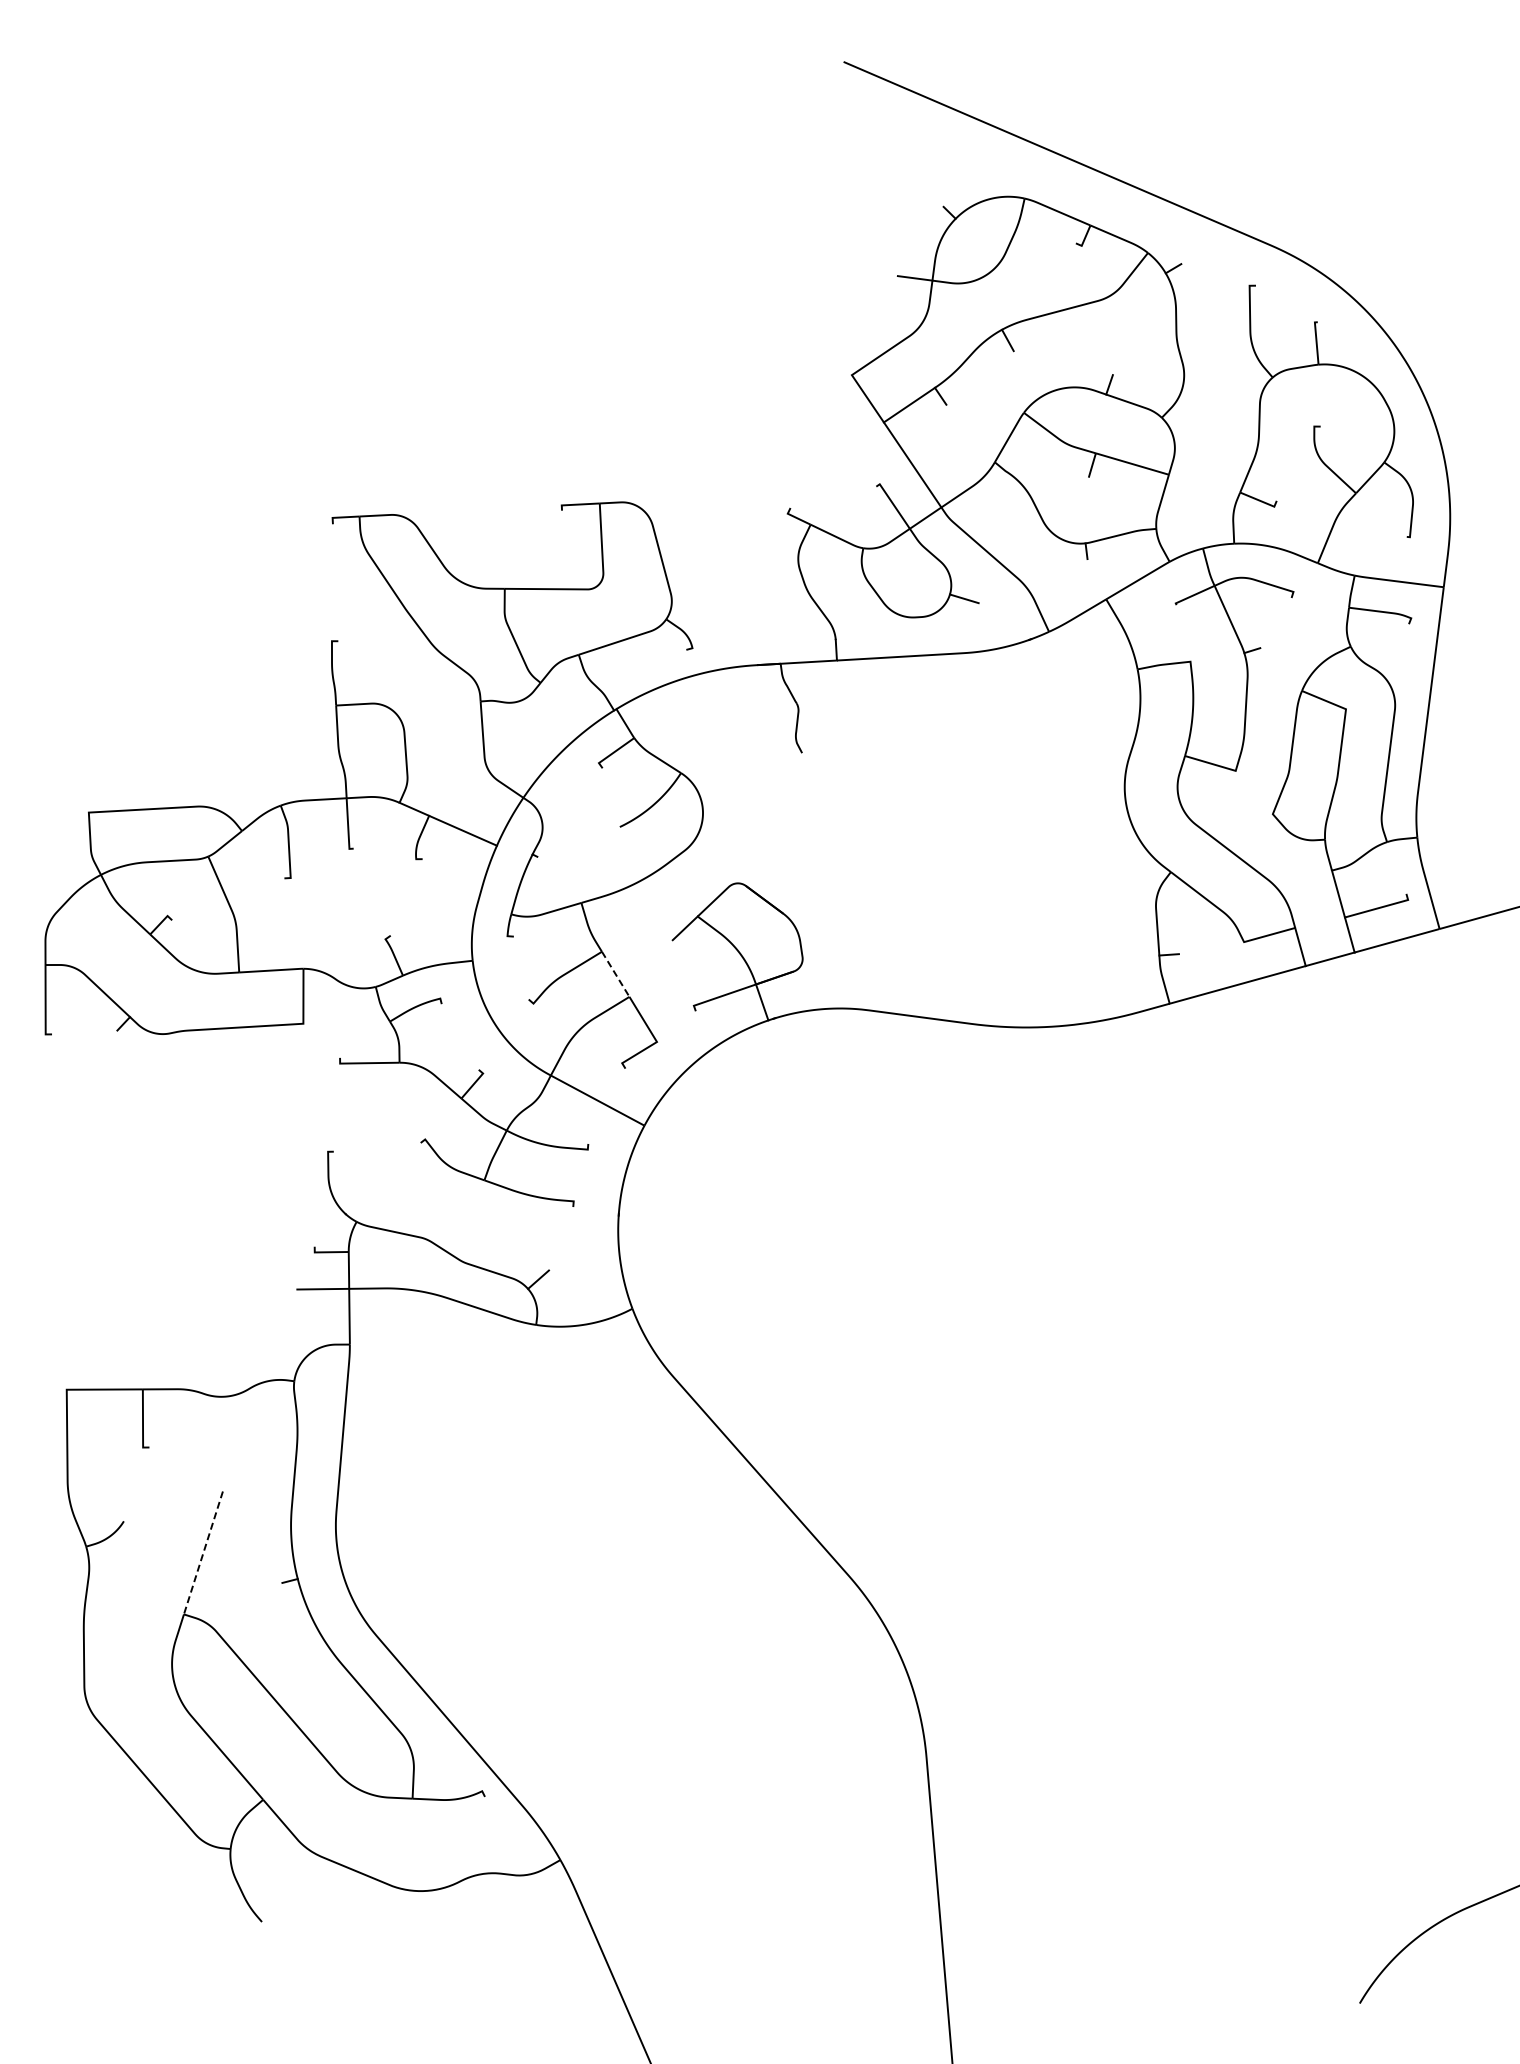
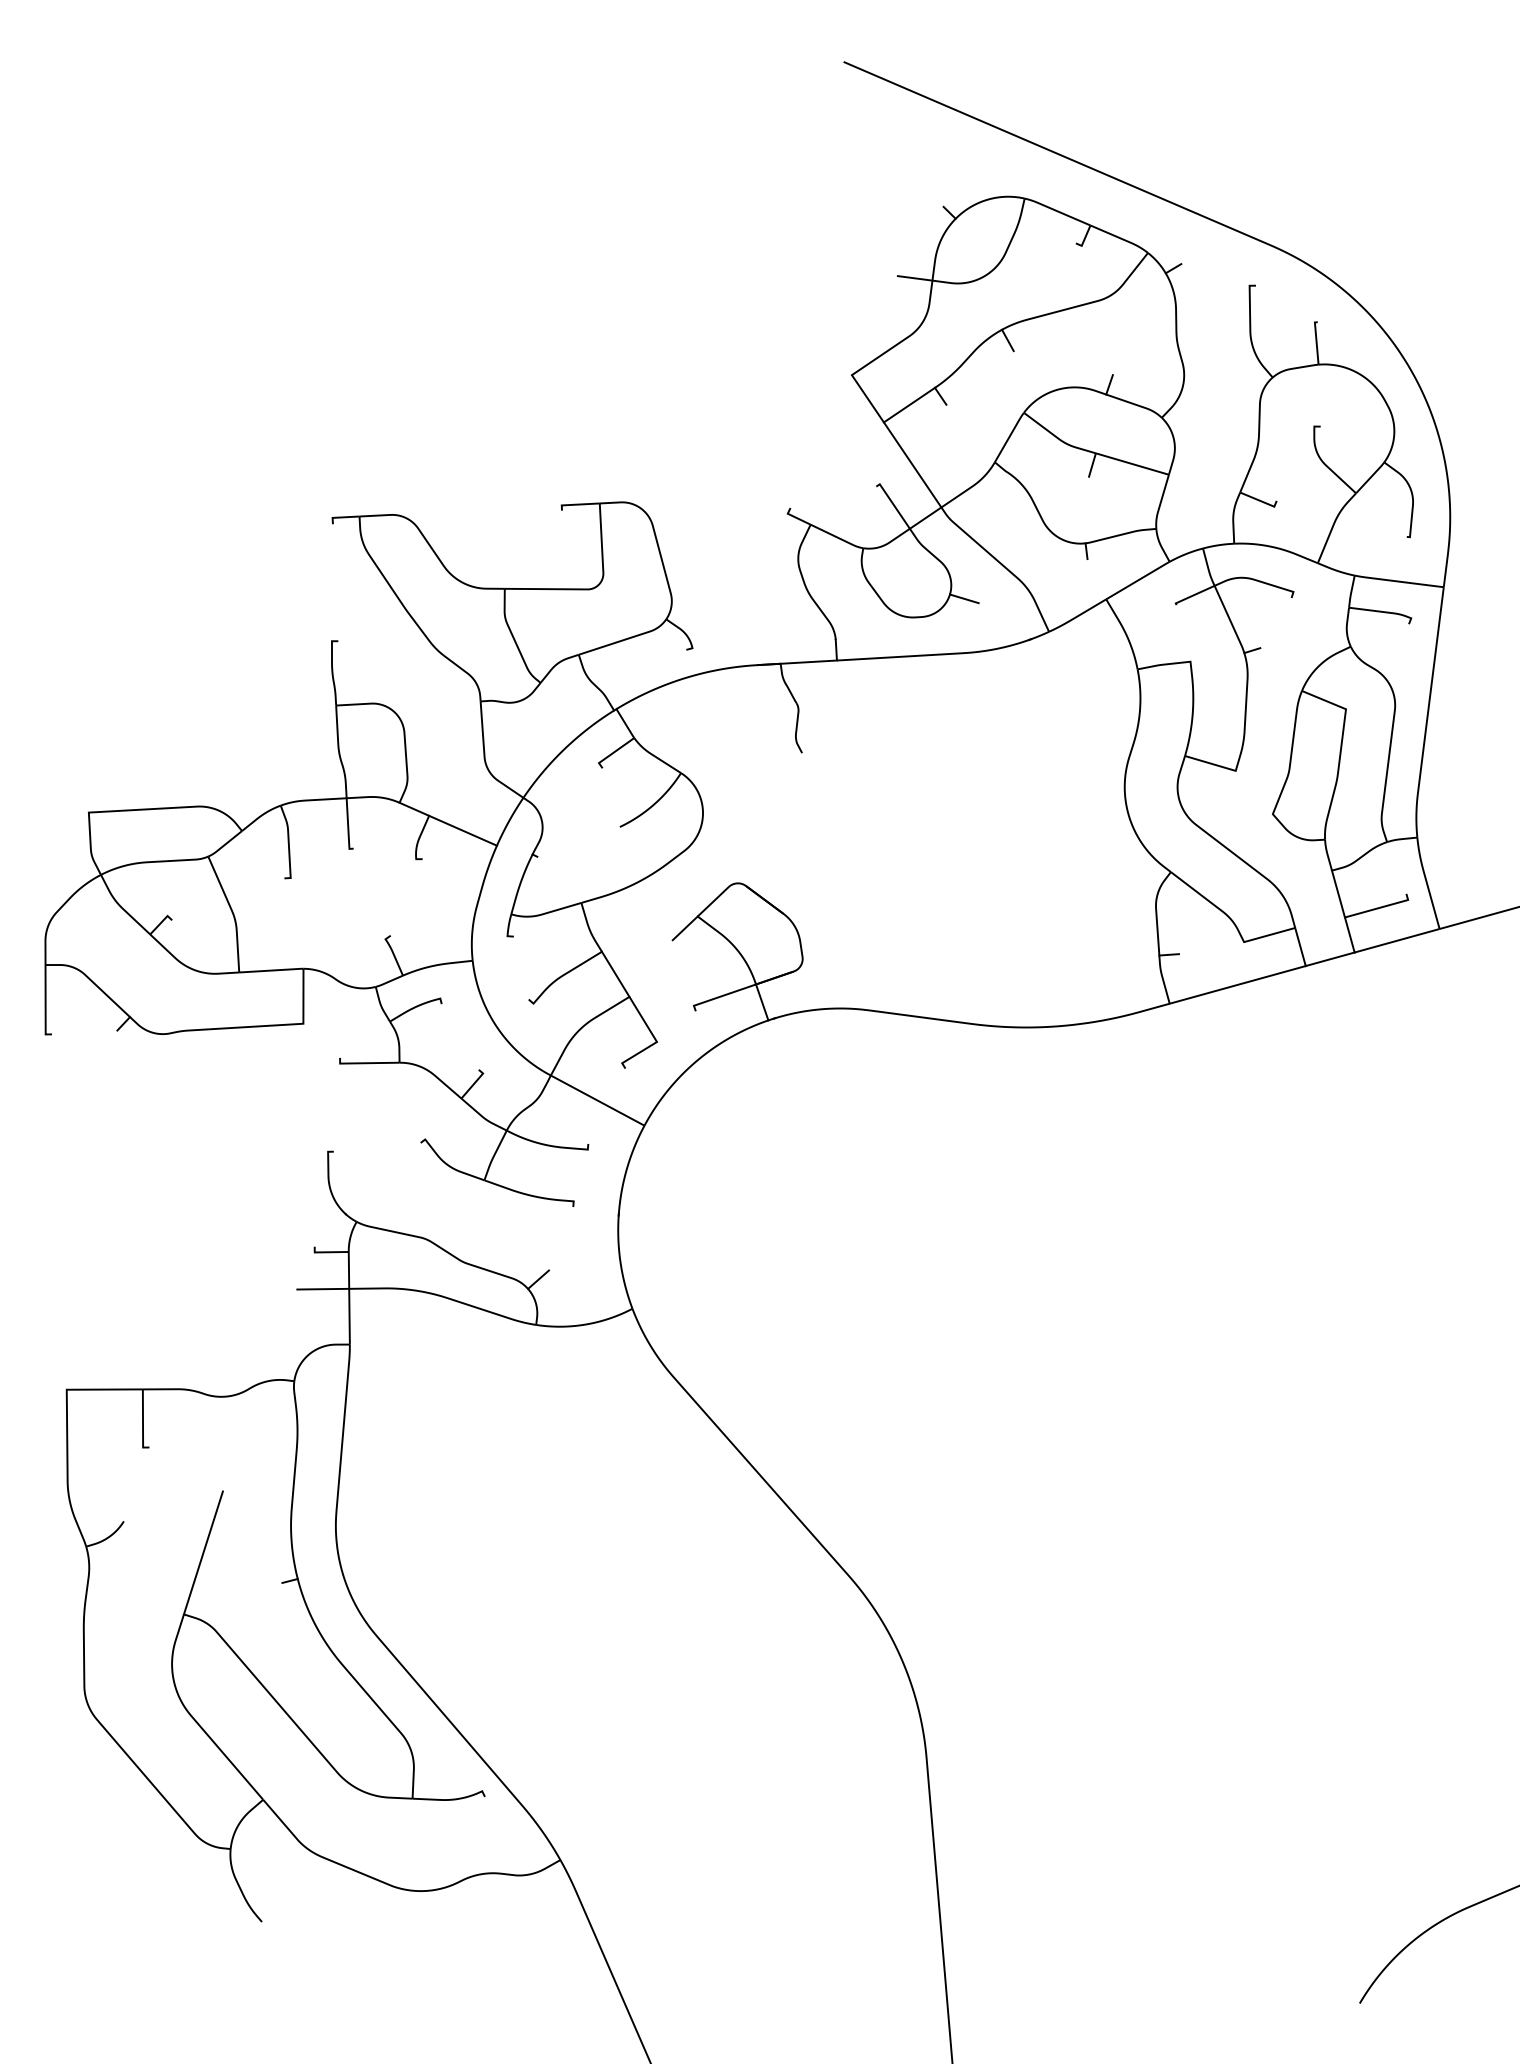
line at (615, 974): dashed -> solid
line at (203, 1553): dashed -> solid
